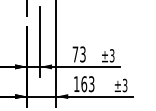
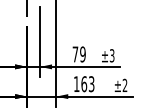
text at (82, 54): 73 -> 79
text at (124, 85): ±3 -> ±2
